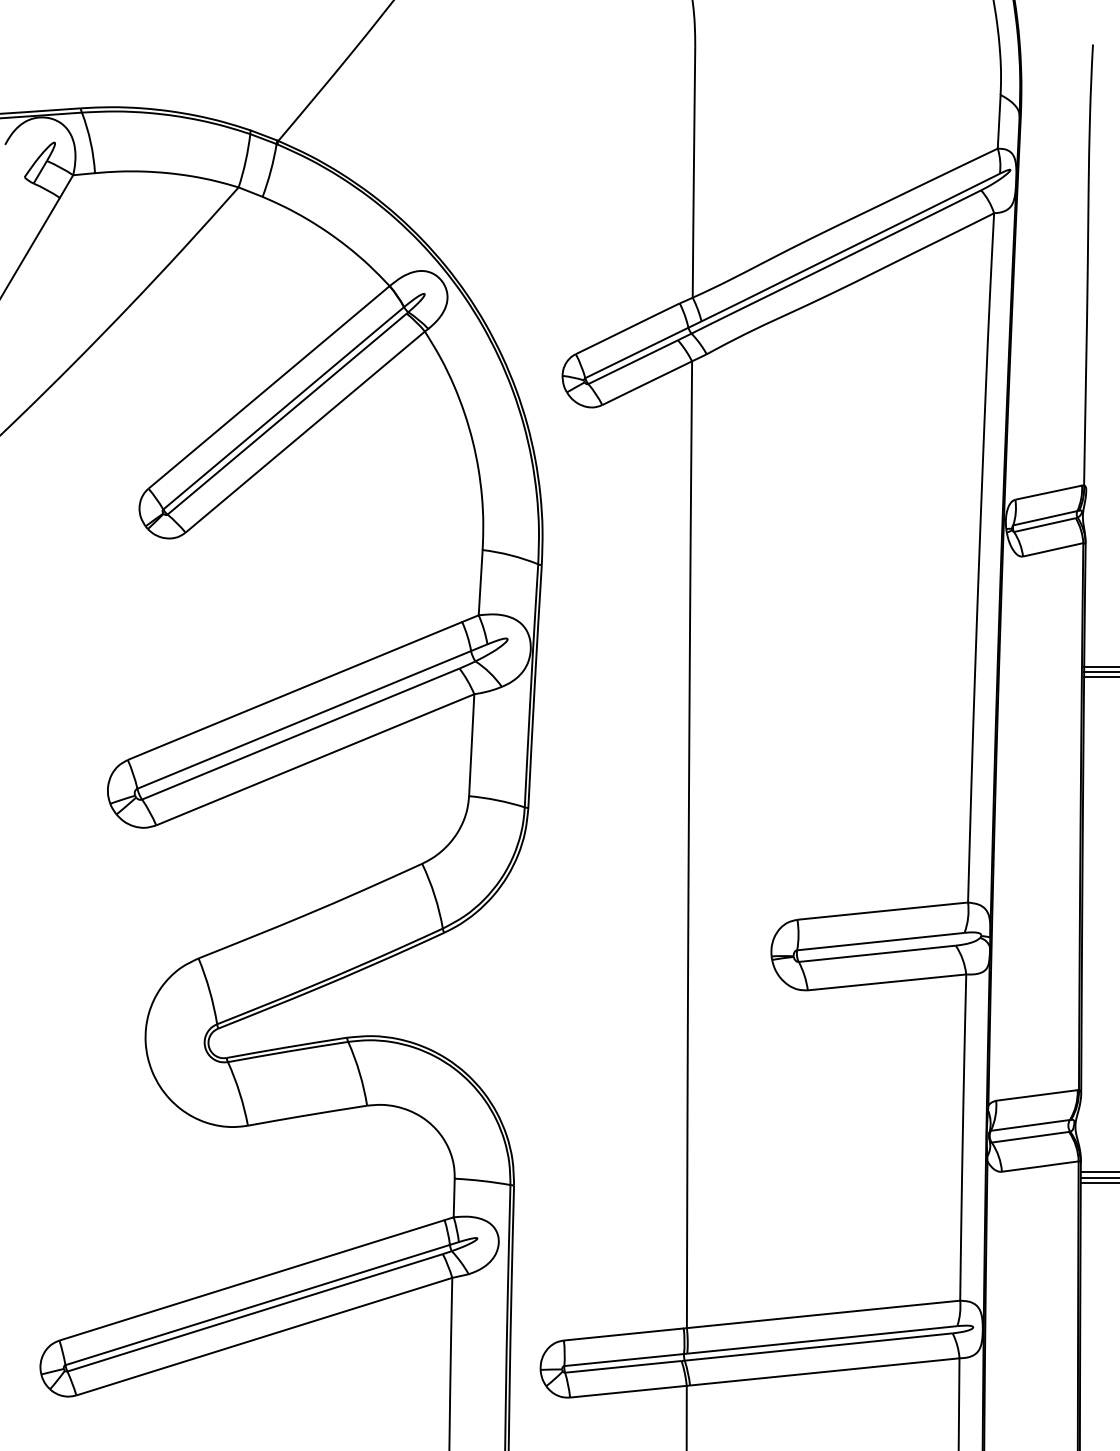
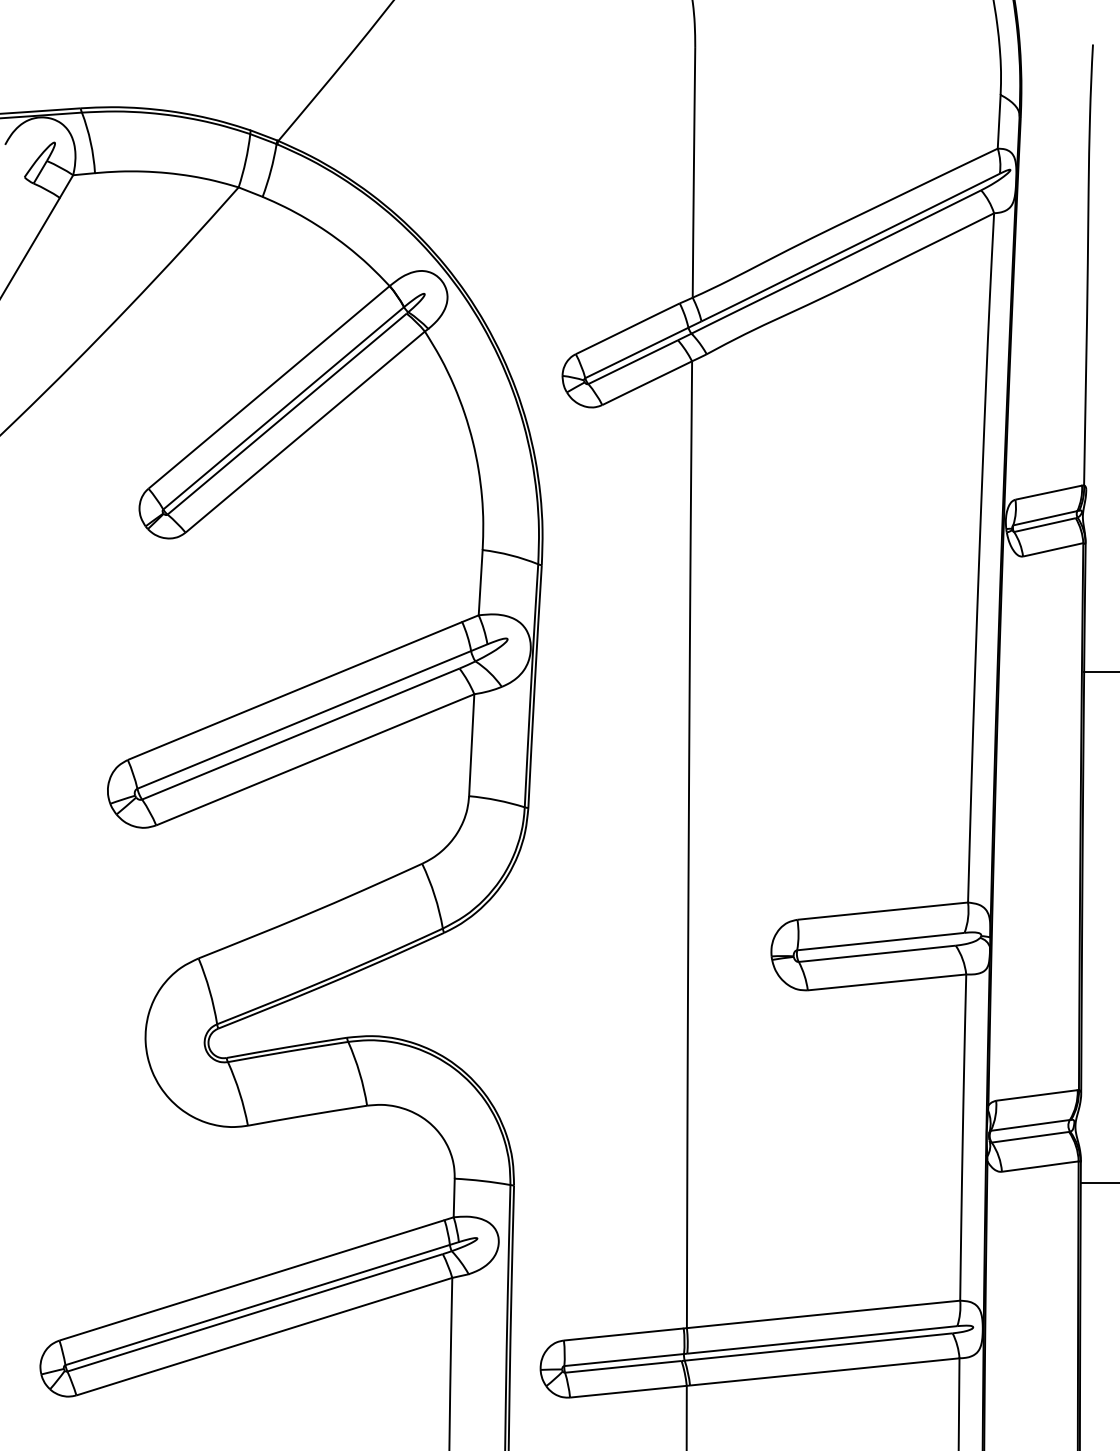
line at (1100, 666): present -> none
line at (1100, 677): present -> none
line at (1098, 1172): present -> none
line at (1098, 1177): present -> none
